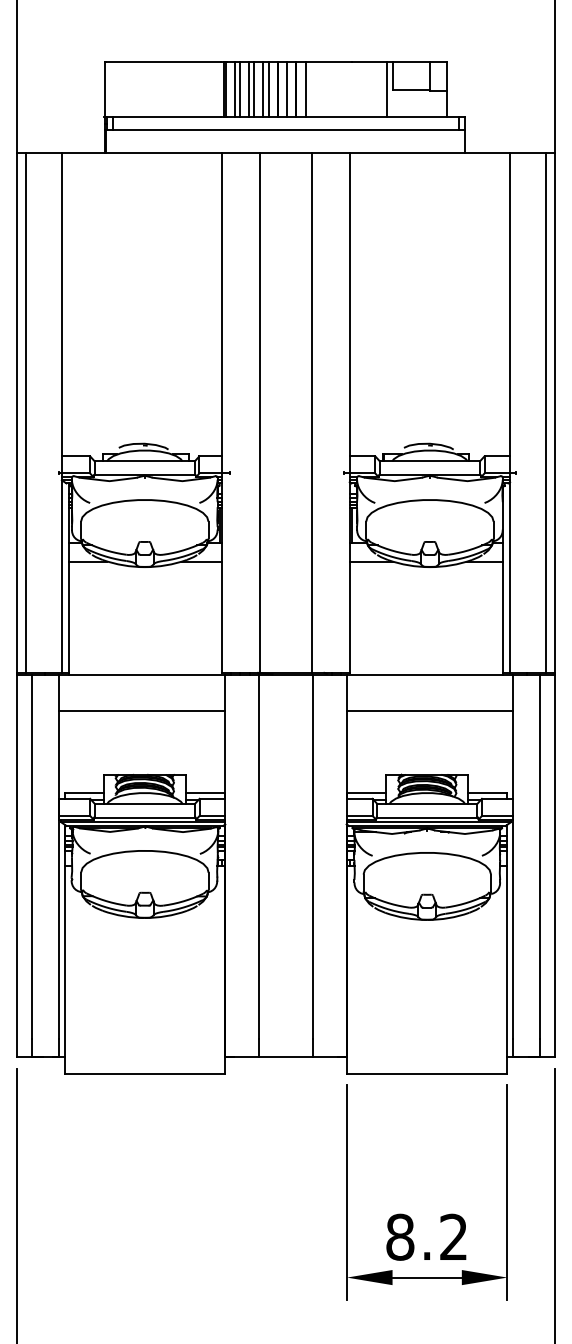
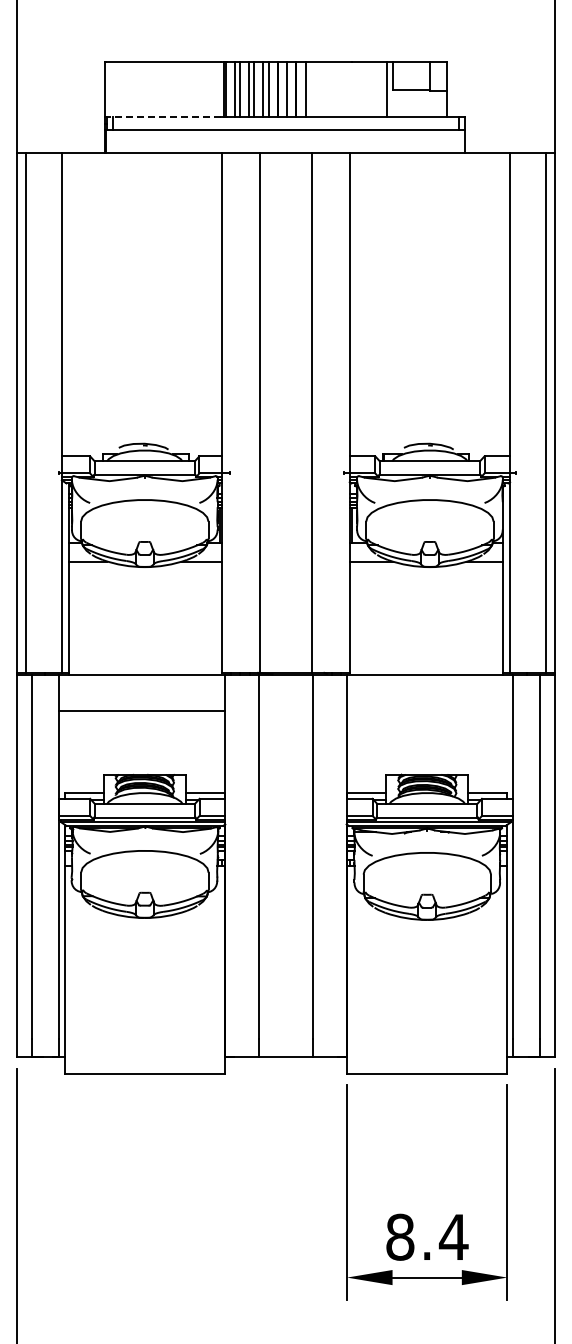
line at (161, 116): solid -> dashed
line at (429, 710): present -> none
text at (453, 1236): 8.2 -> 8.4
